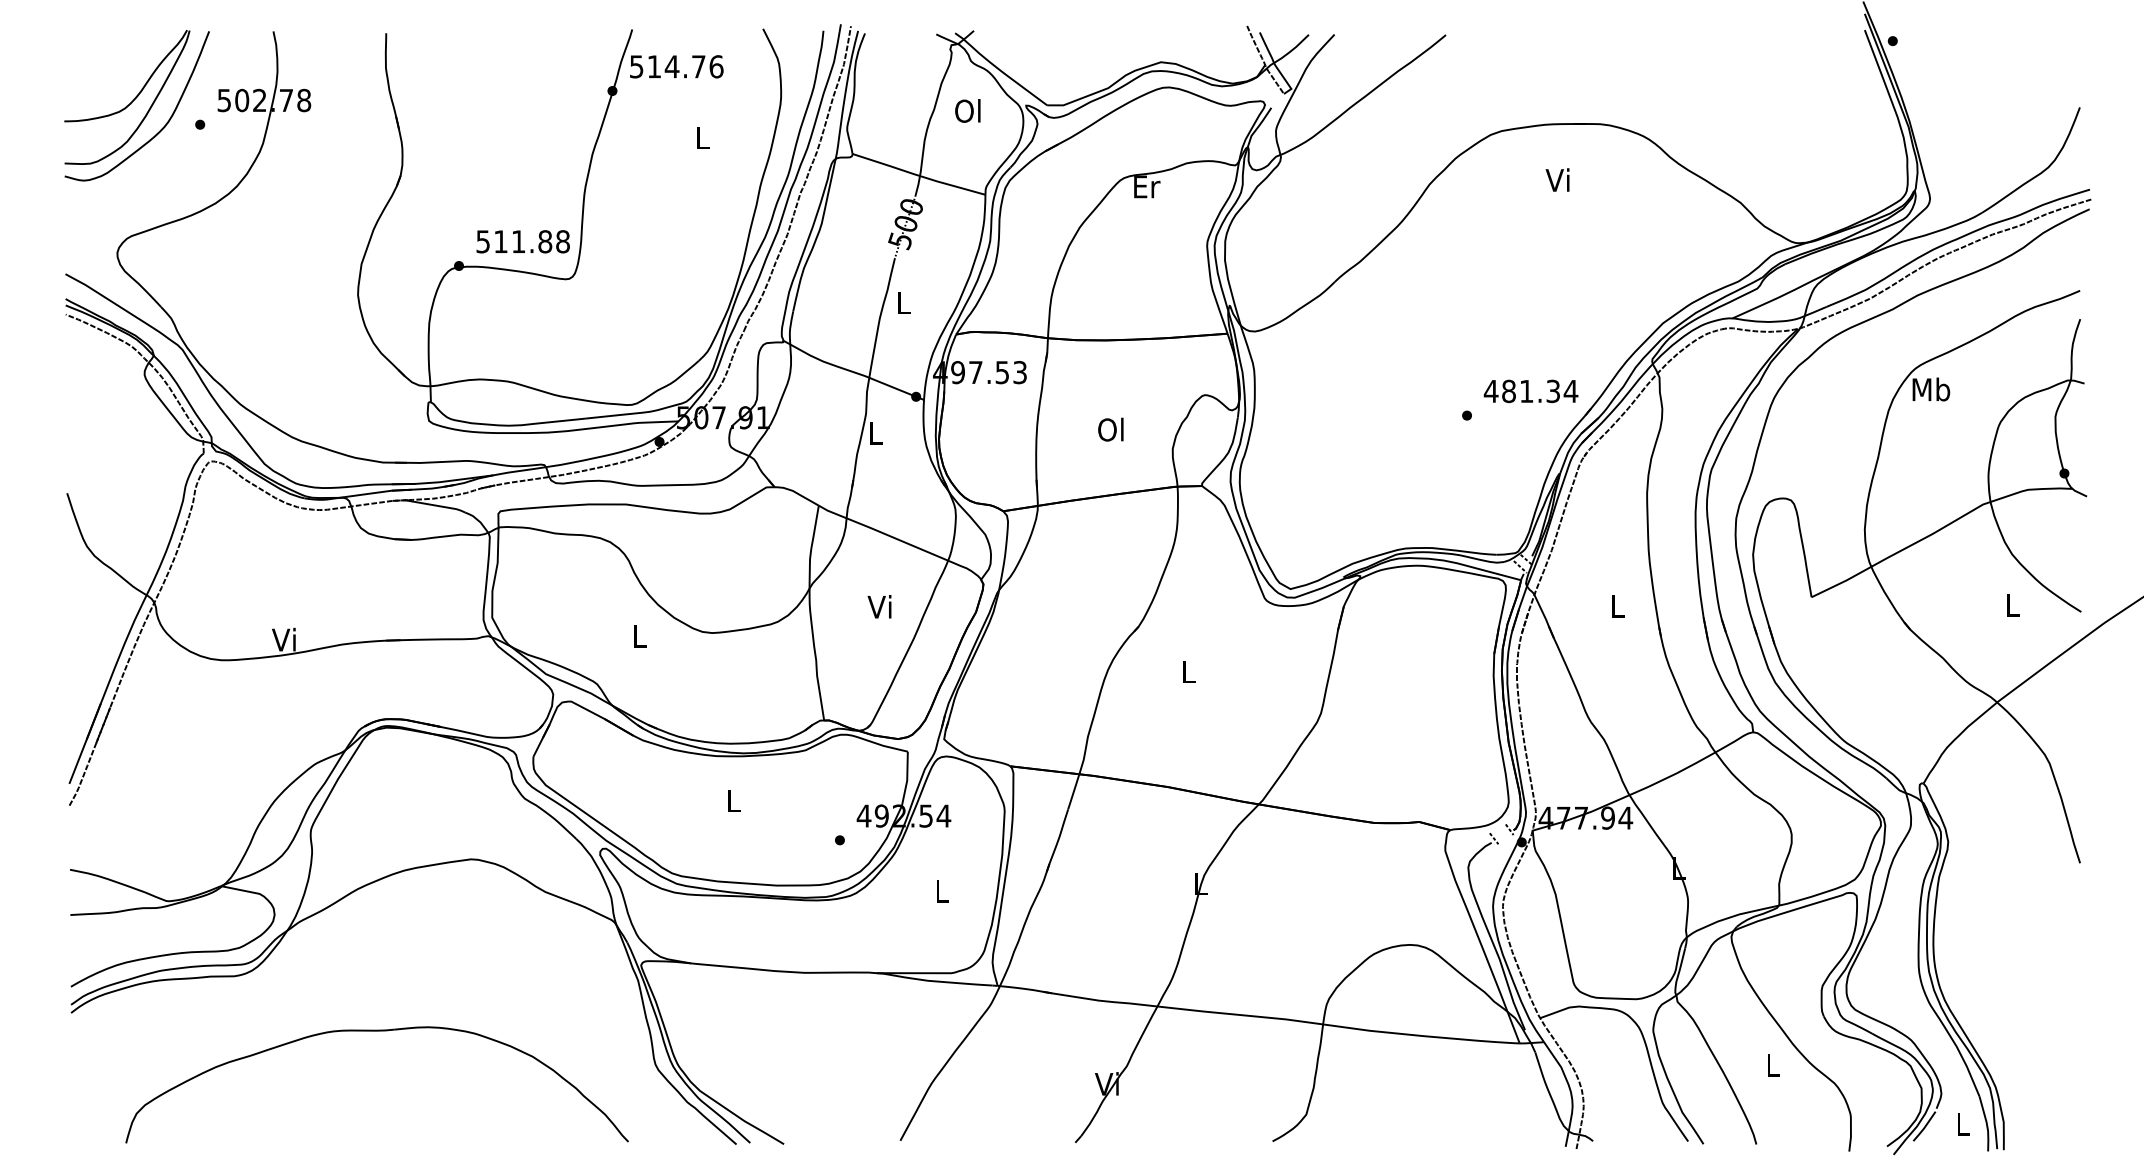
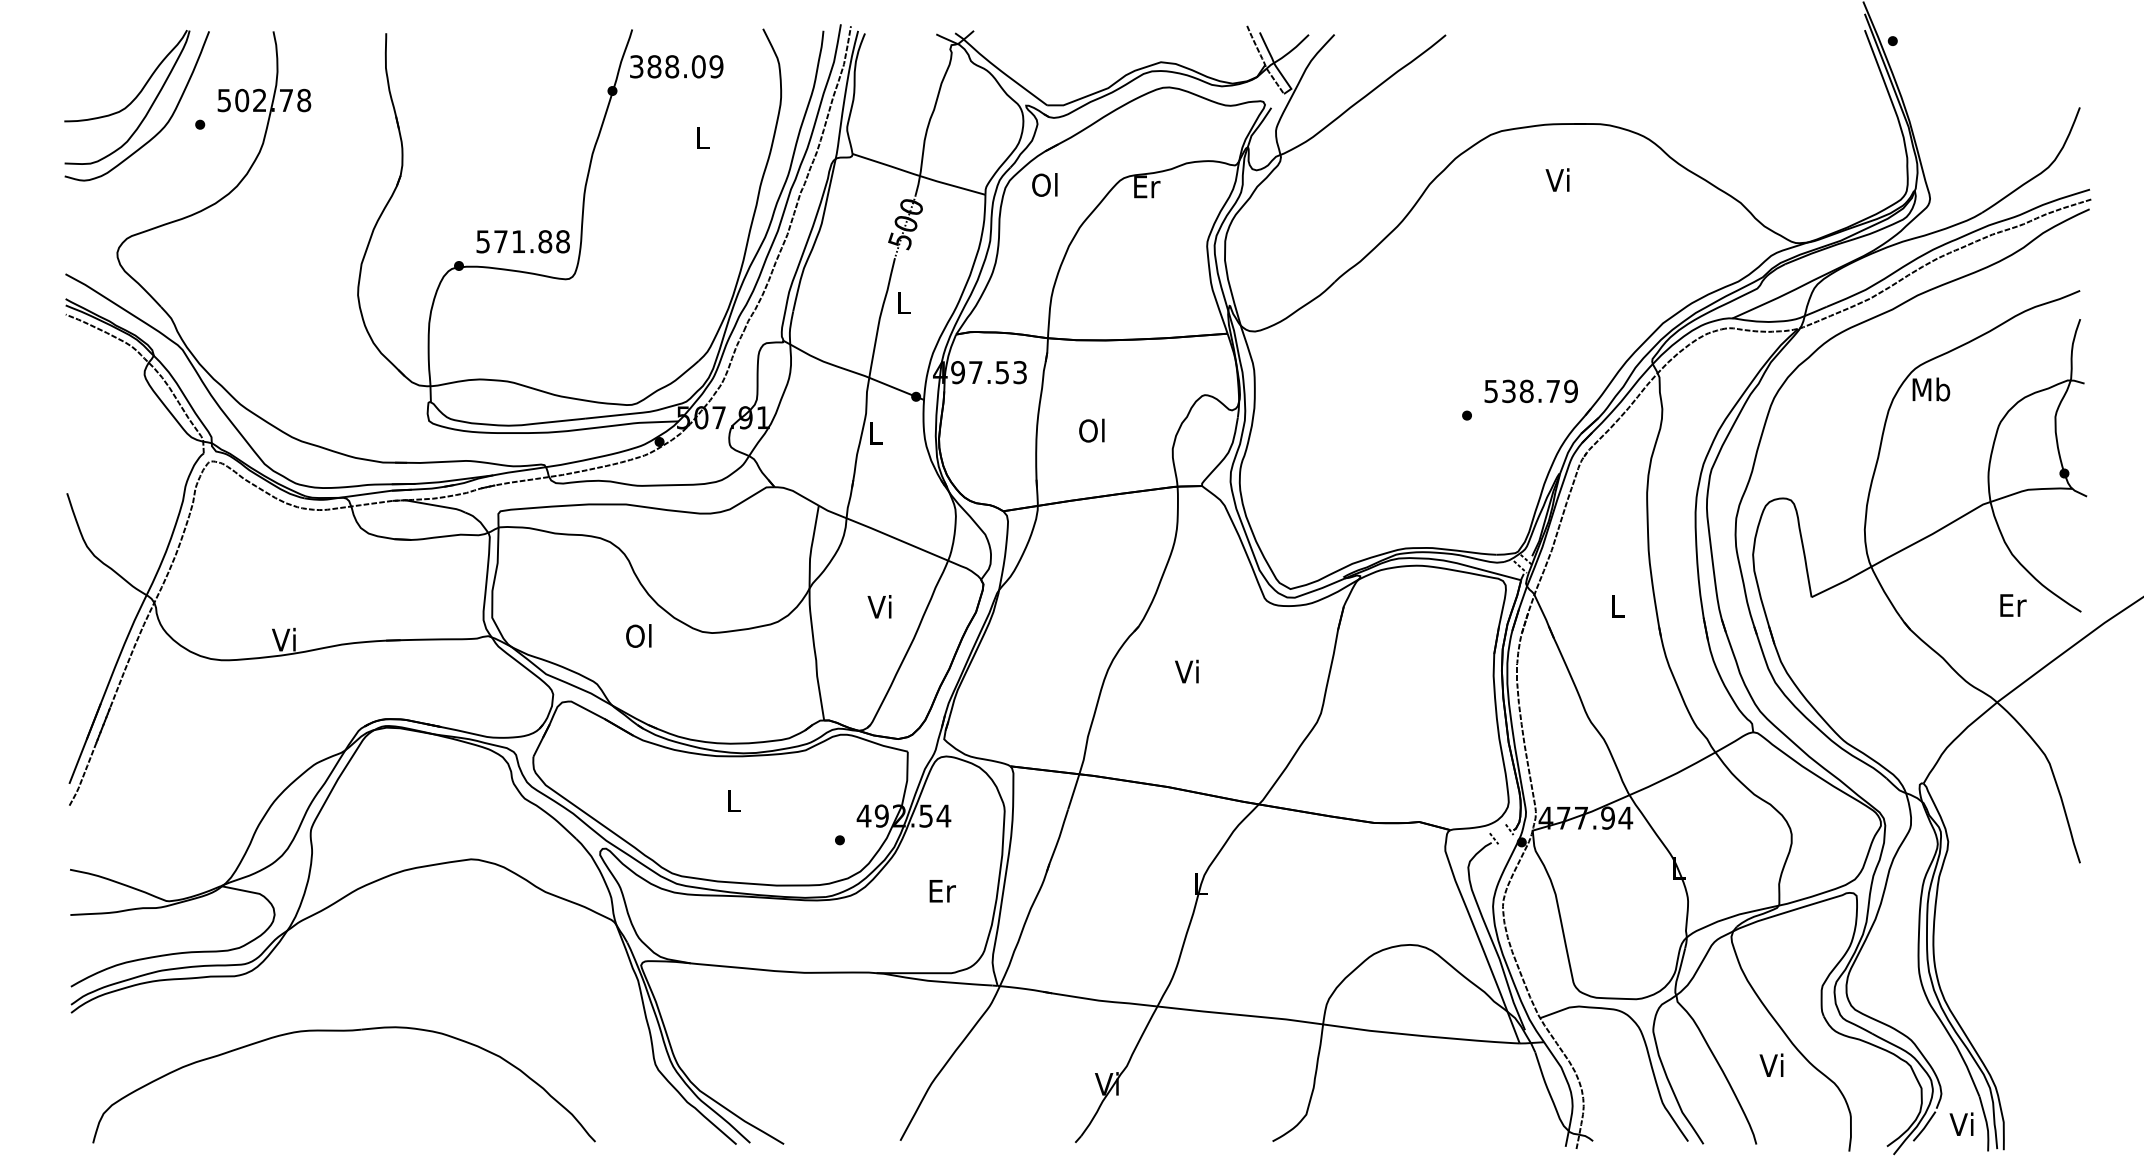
text at (676, 66): 514.76 -> 388.09
text at (967, 110) position: (967, 110) -> (1044, 184)
text at (500, 241): 511.88 -> 571.88
text at (1530, 391): 481.34 -> 538.79
text at (1110, 429) position: (1110, 429) -> (1091, 430)
text at (2013, 605): L -> Er
text at (638, 635): L -> Ol
text at (1186, 671): L -> Vi
text at (942, 891): L -> Er
part at (376, 1031) position: (376, 1031) -> (343, 1031)
text at (1771, 1064): L -> Vi
text at (1961, 1123): L -> Vi
